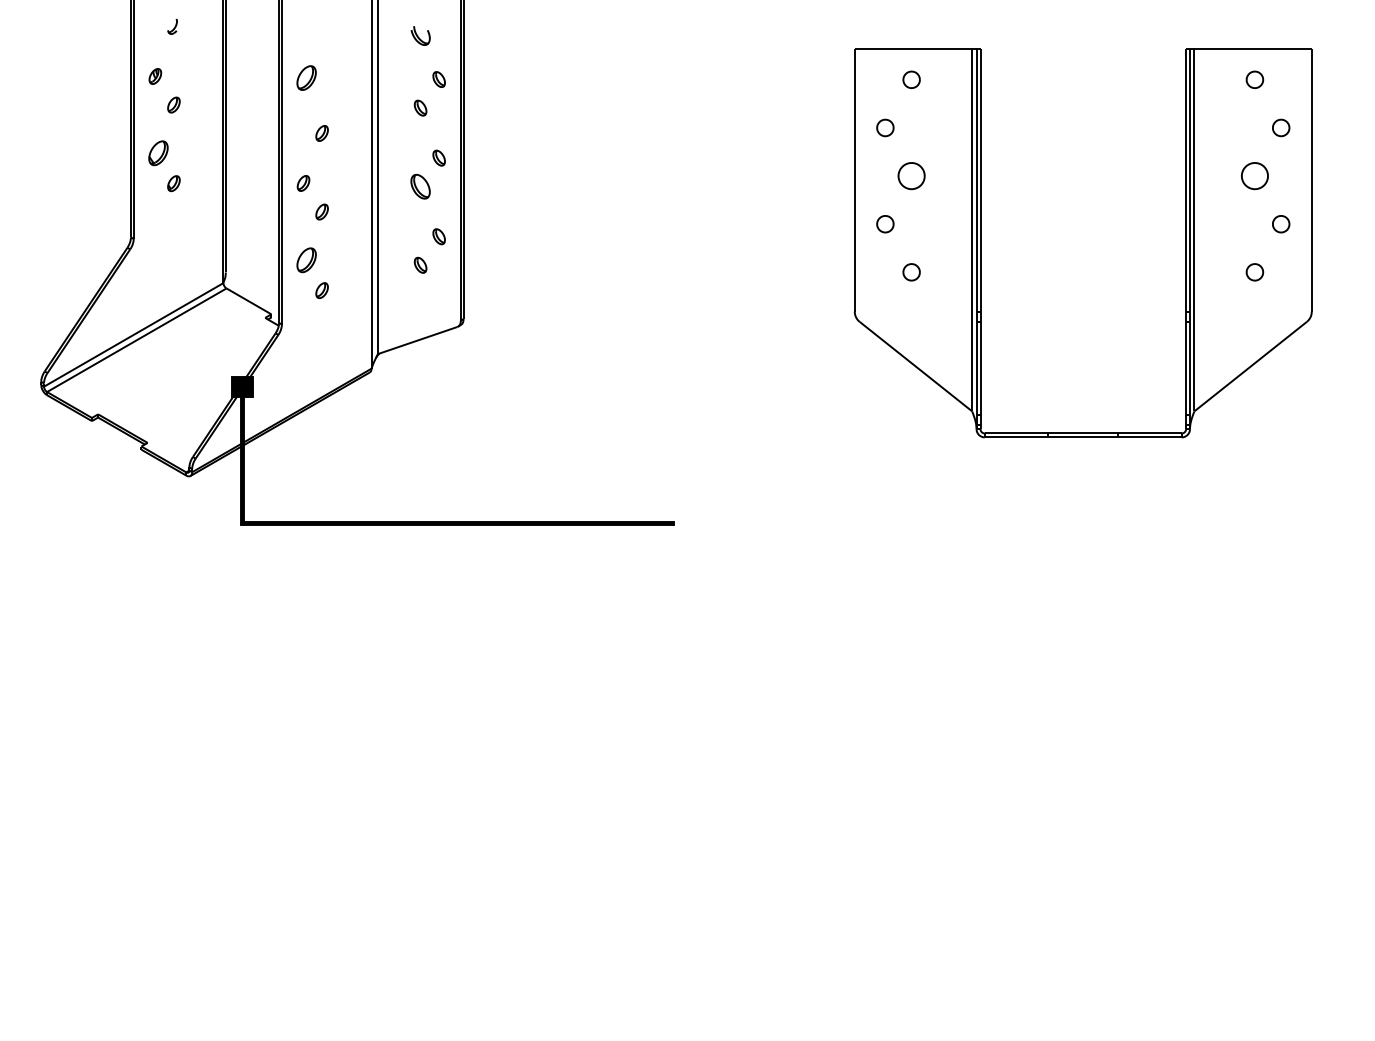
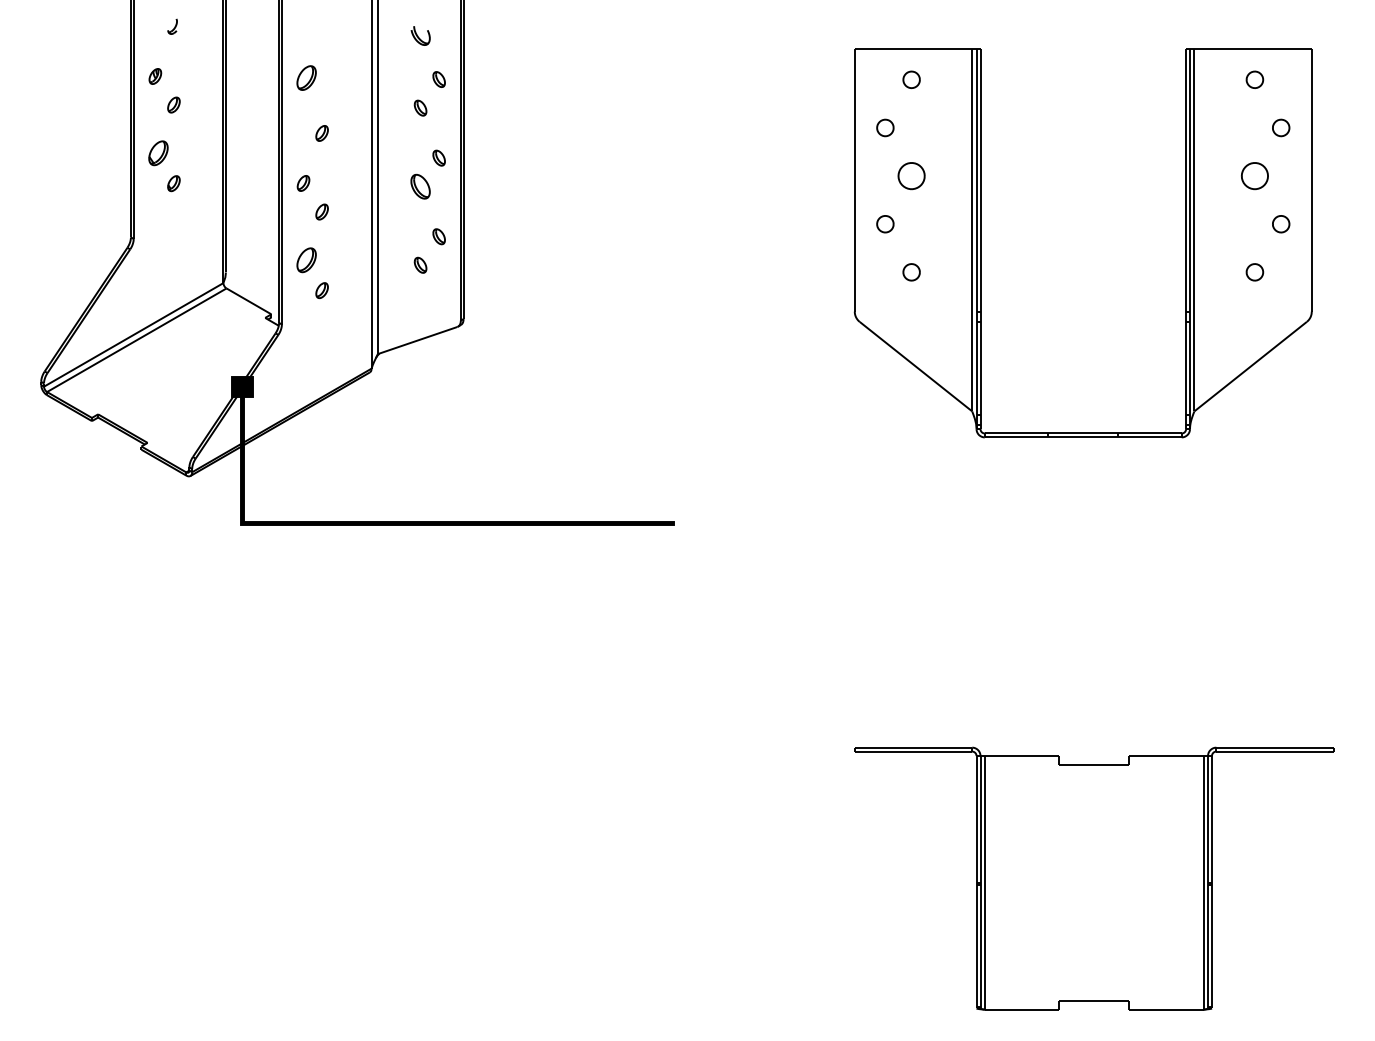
part at (1094, 878): none -> present
